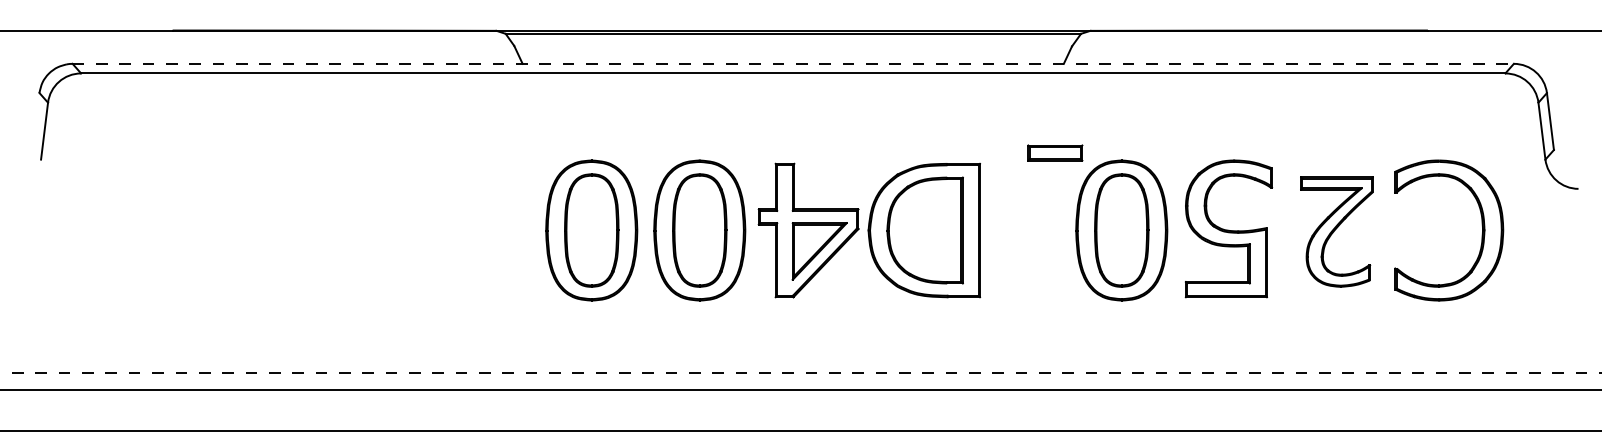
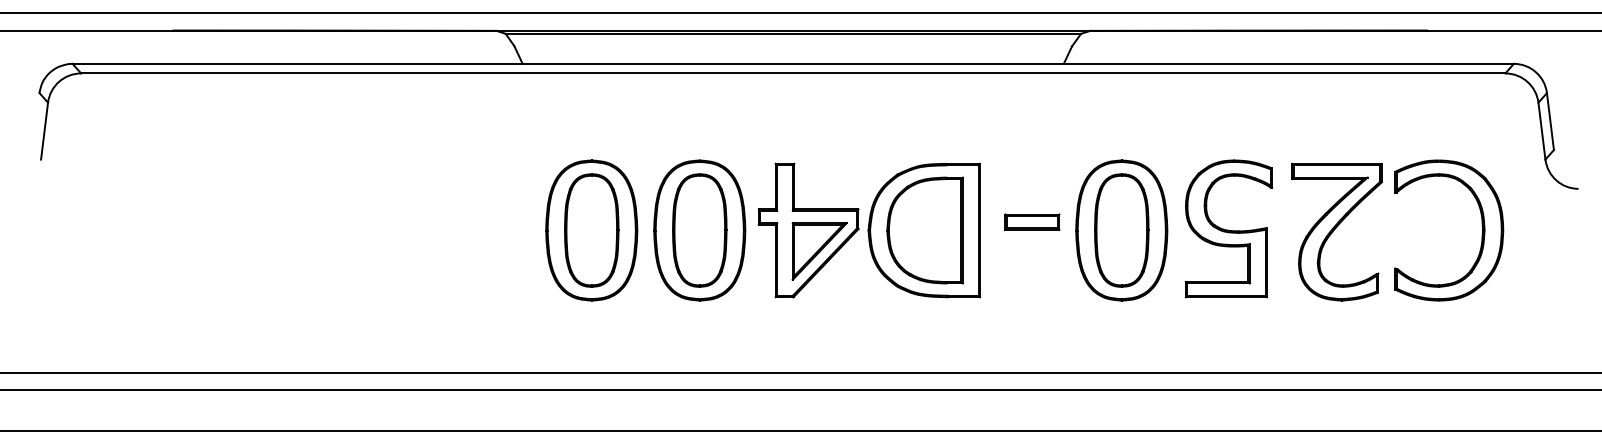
line at (800, 13): none -> present
line at (793, 63): dashed -> solid
part at (1055, 152) position: (1055, 152) -> (1032, 221)
part at (1336, 231) size: 74x112 px -> 92x140 px
line at (800, 373): dashed -> solid
